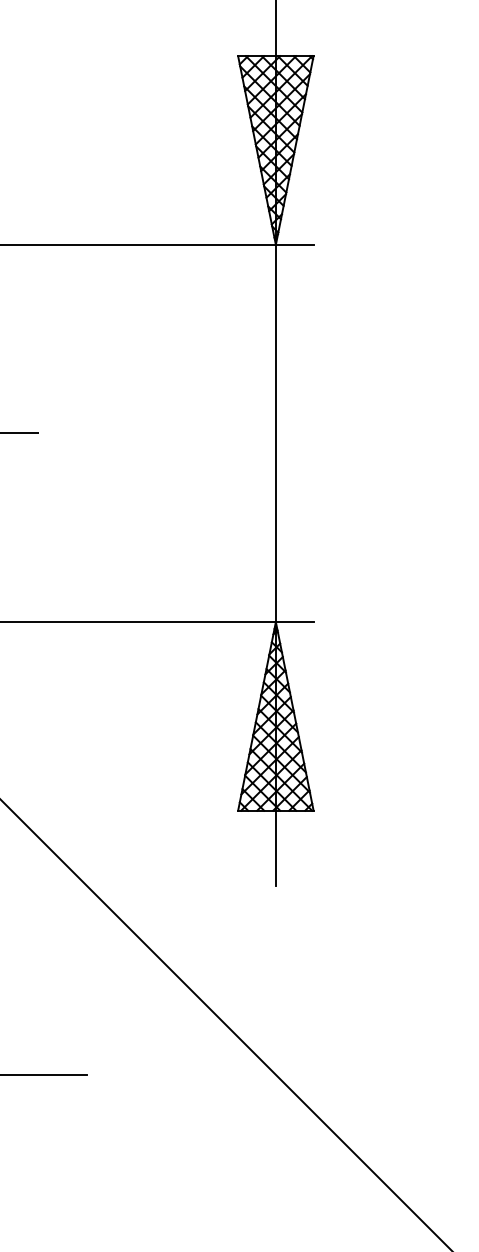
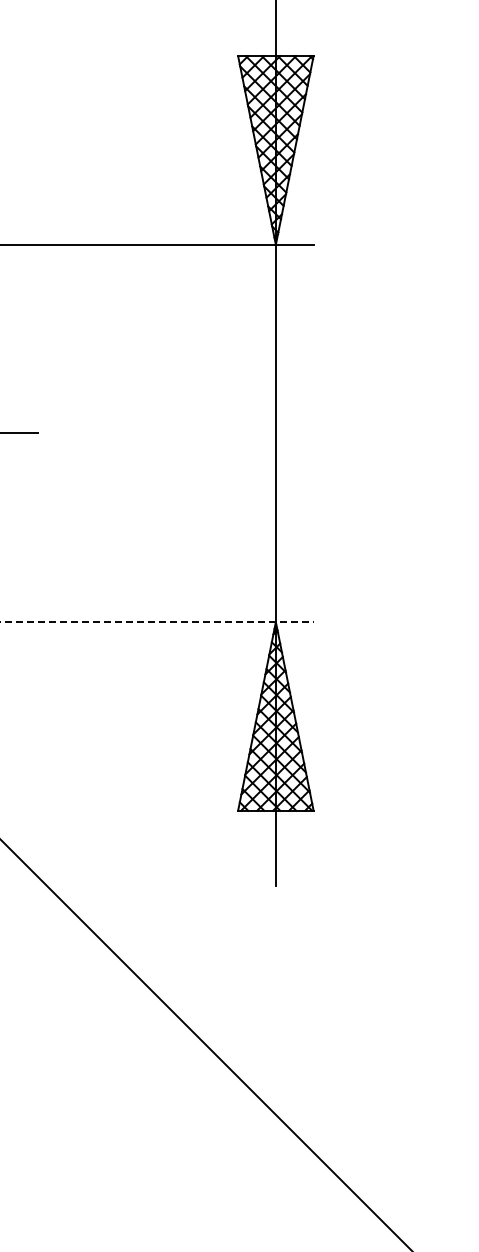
line at (156, 622): solid -> dashed
line at (225, 1024) position: (225, 1024) -> (205, 1044)
line at (44, 1074): present -> none
